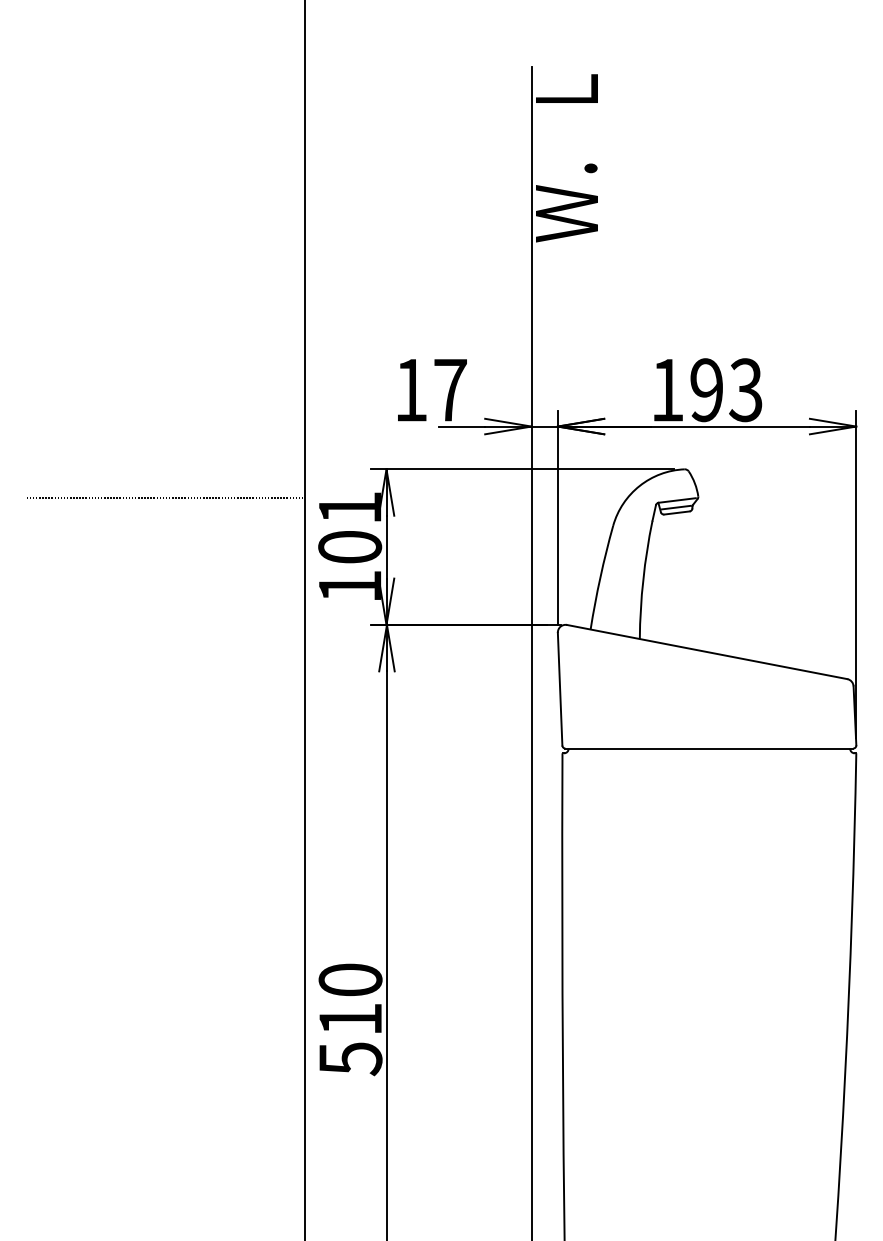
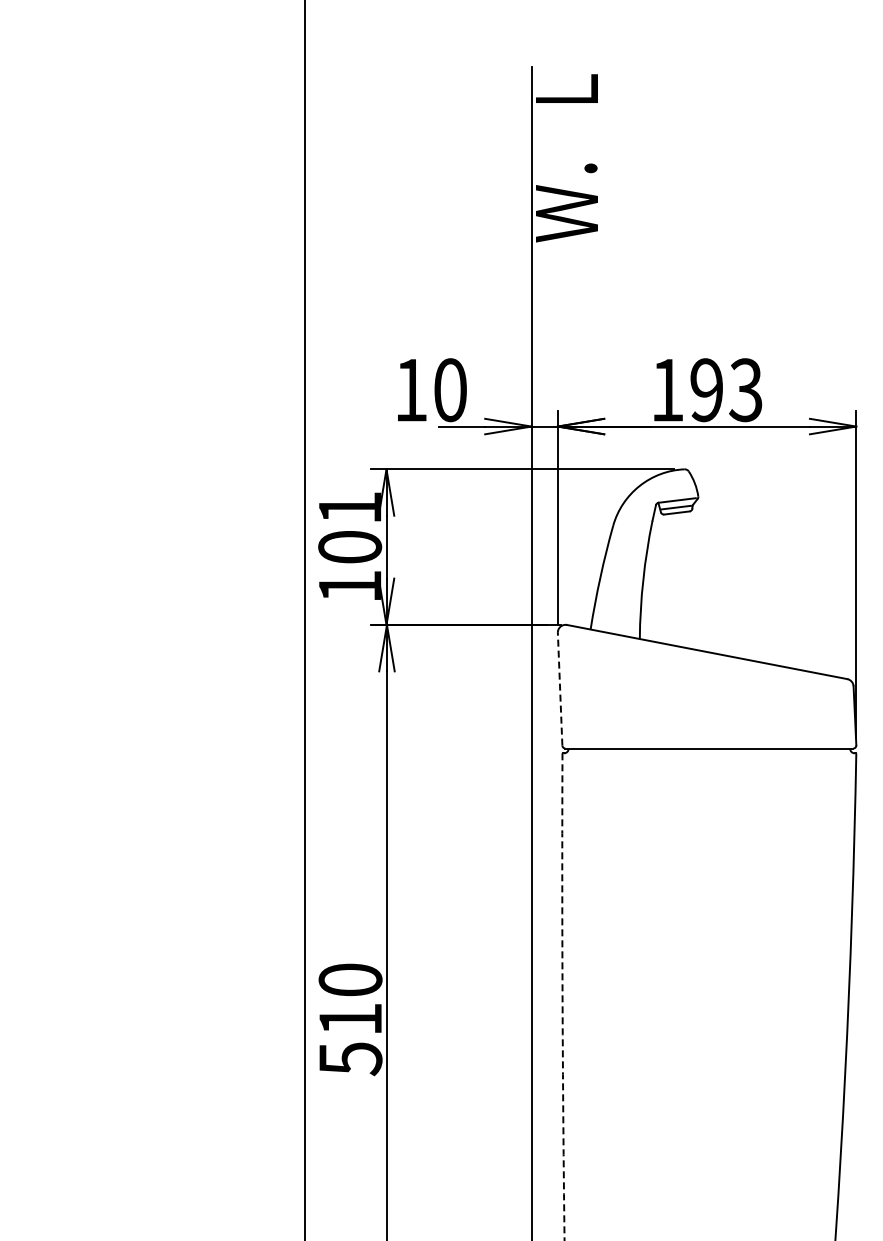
text at (450, 390): 17 -> 10
line at (165, 498): present -> none
line at (560, 688): solid -> dashed
arc at (562, 997): solid -> dashed
